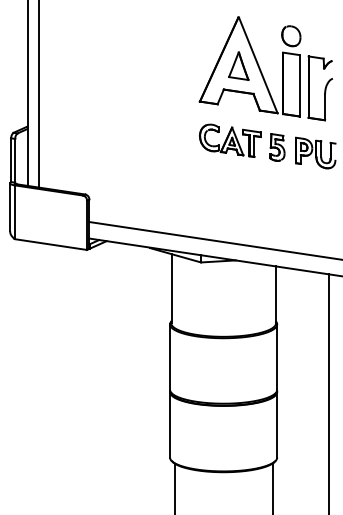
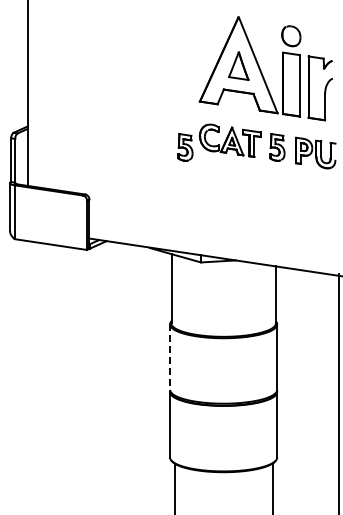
line at (39, 94): present -> none
part at (185, 147): none -> present
line at (214, 240): present -> none
line at (170, 357): solid -> dashed
line at (328, 392) position: (328, 392) -> (338, 392)
